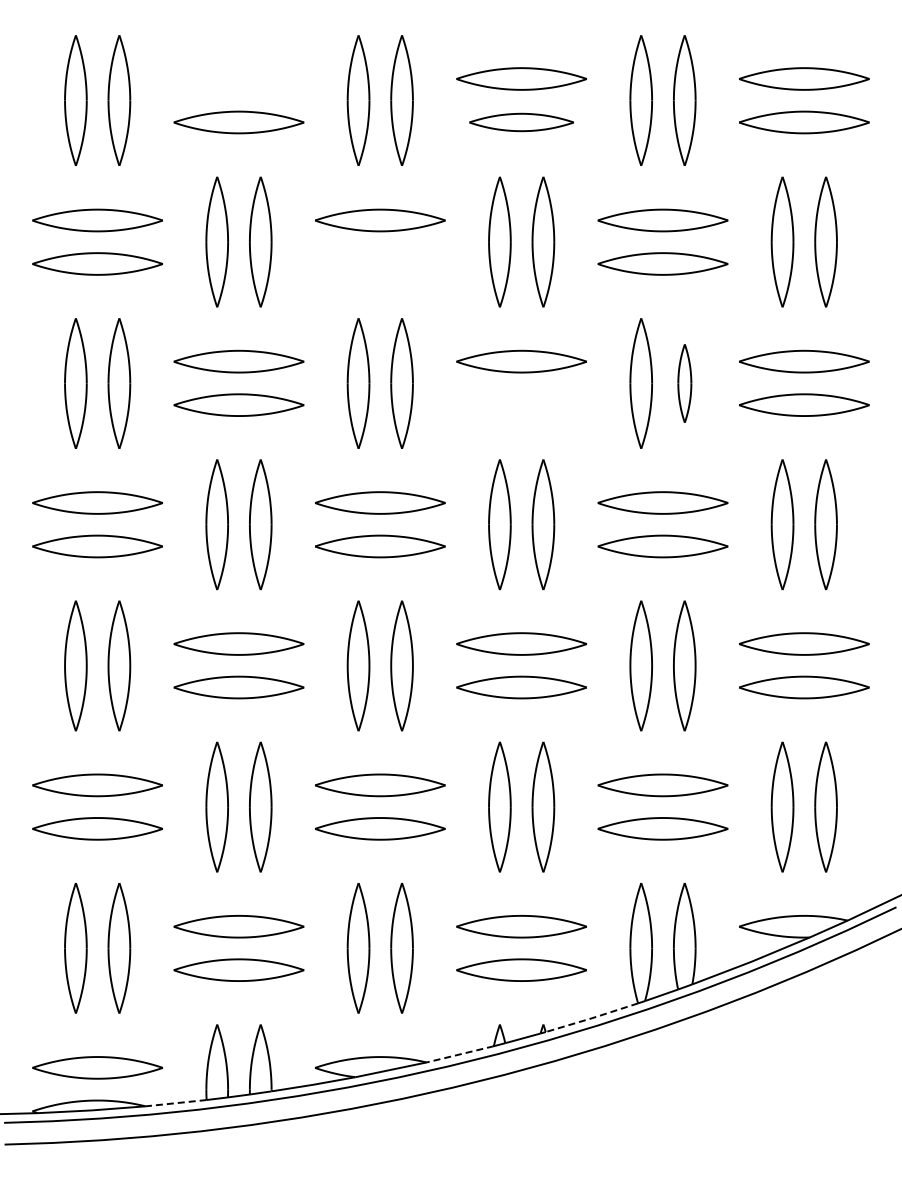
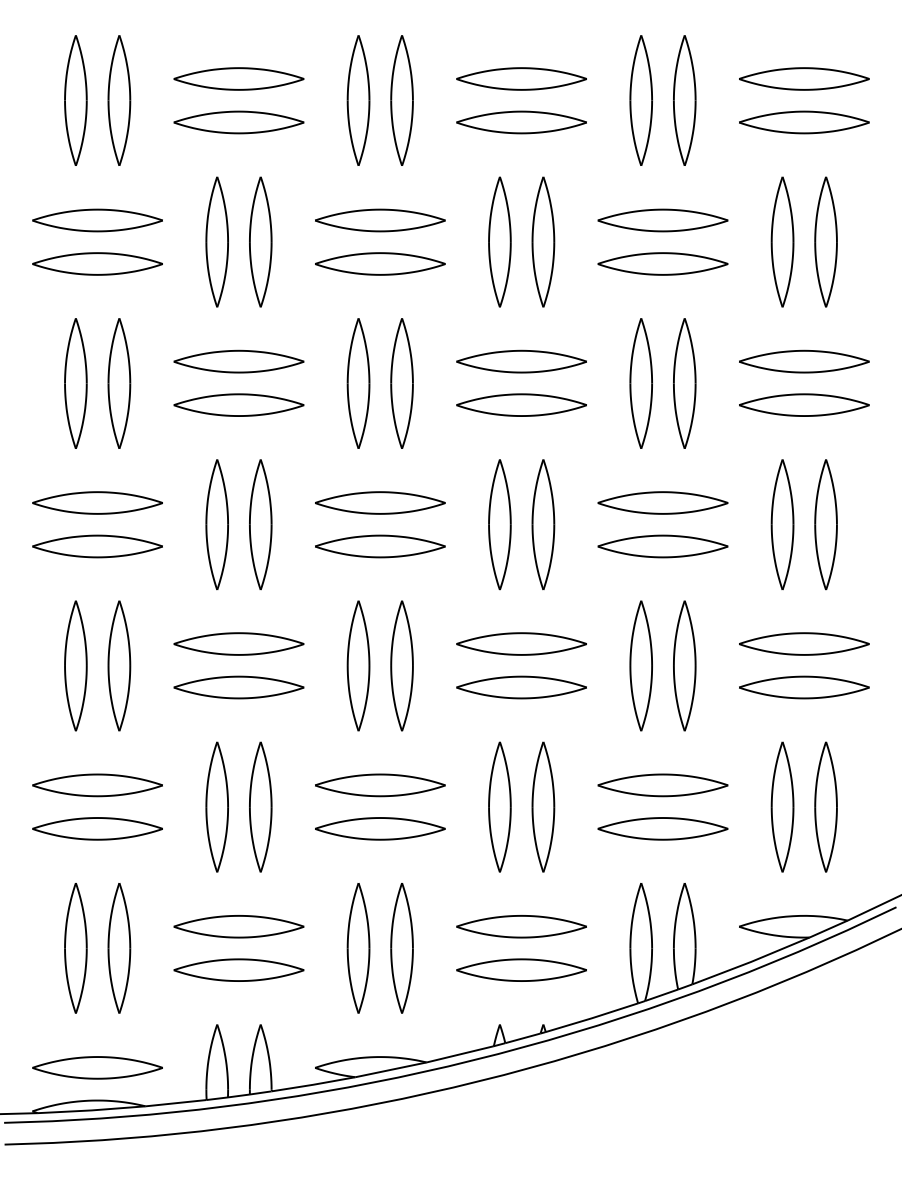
part at (238, 78): none -> present
part at (521, 122) size: 105x21 px -> 131x25 px
part at (380, 263): none -> present
part at (684, 383) size: 16x79 px -> 24x131 px
part at (521, 404): none -> present
line at (591, 1018): dashed -> solid
line at (460, 1054): dashed -> solid
line at (176, 1103): dashed -> solid
